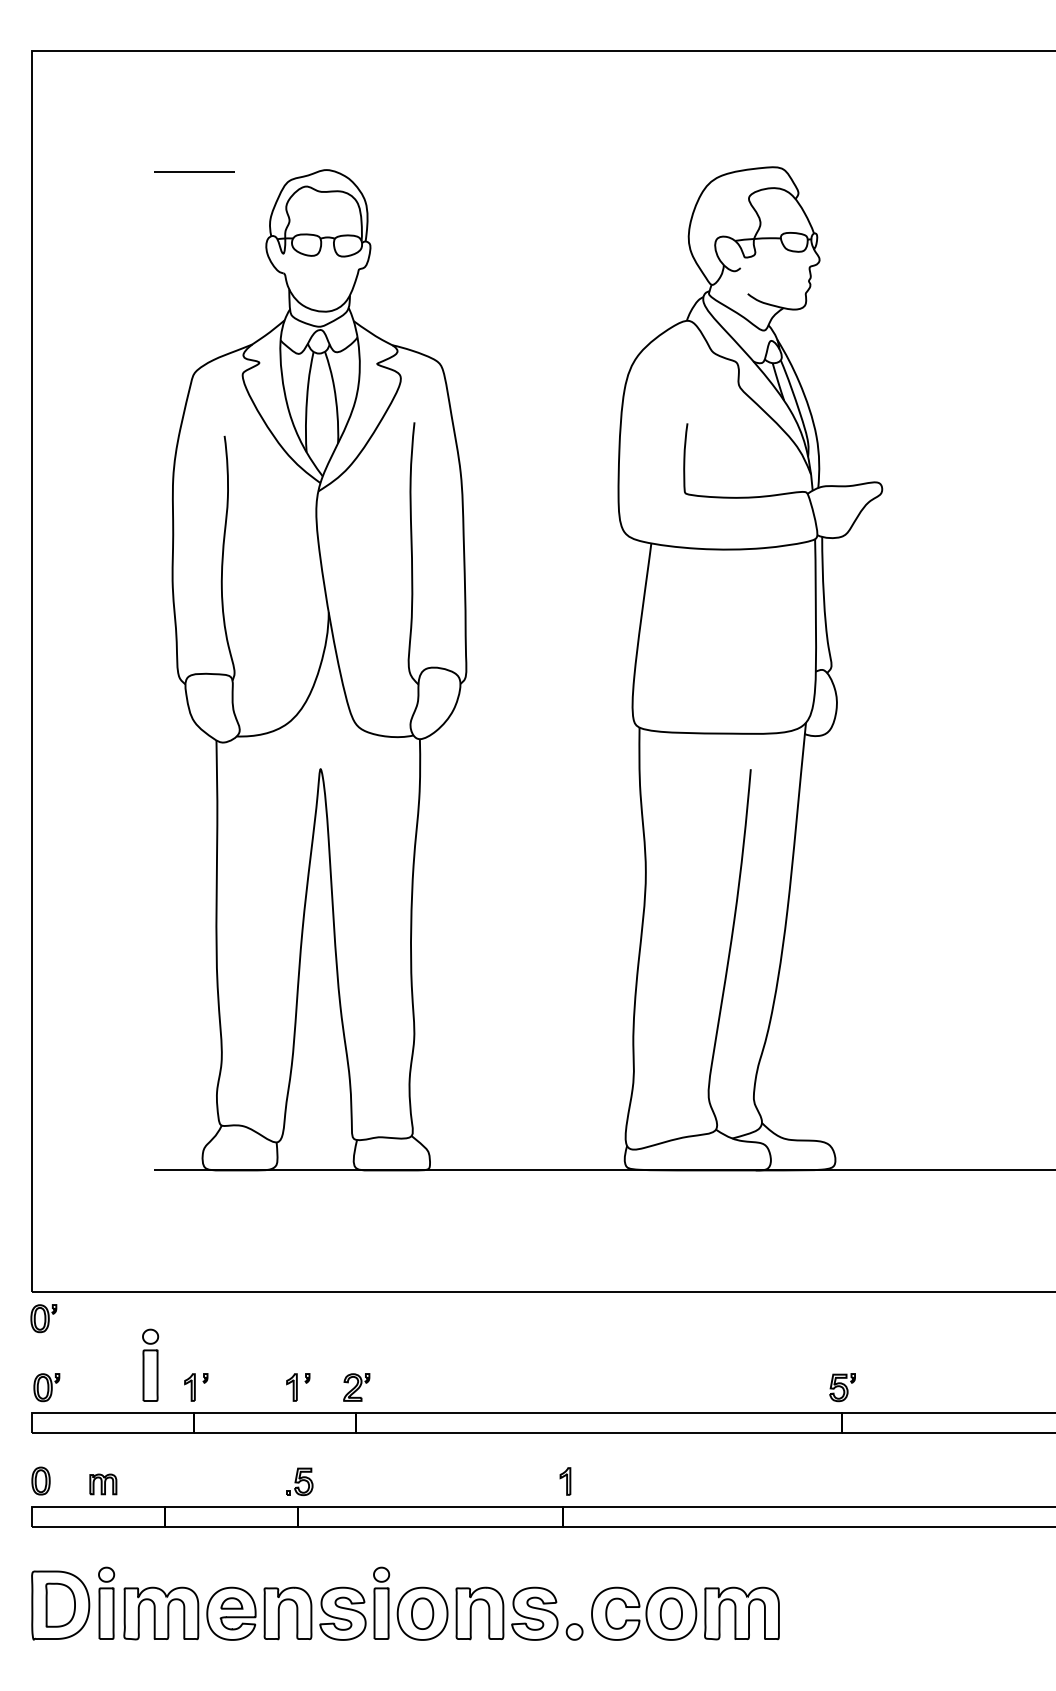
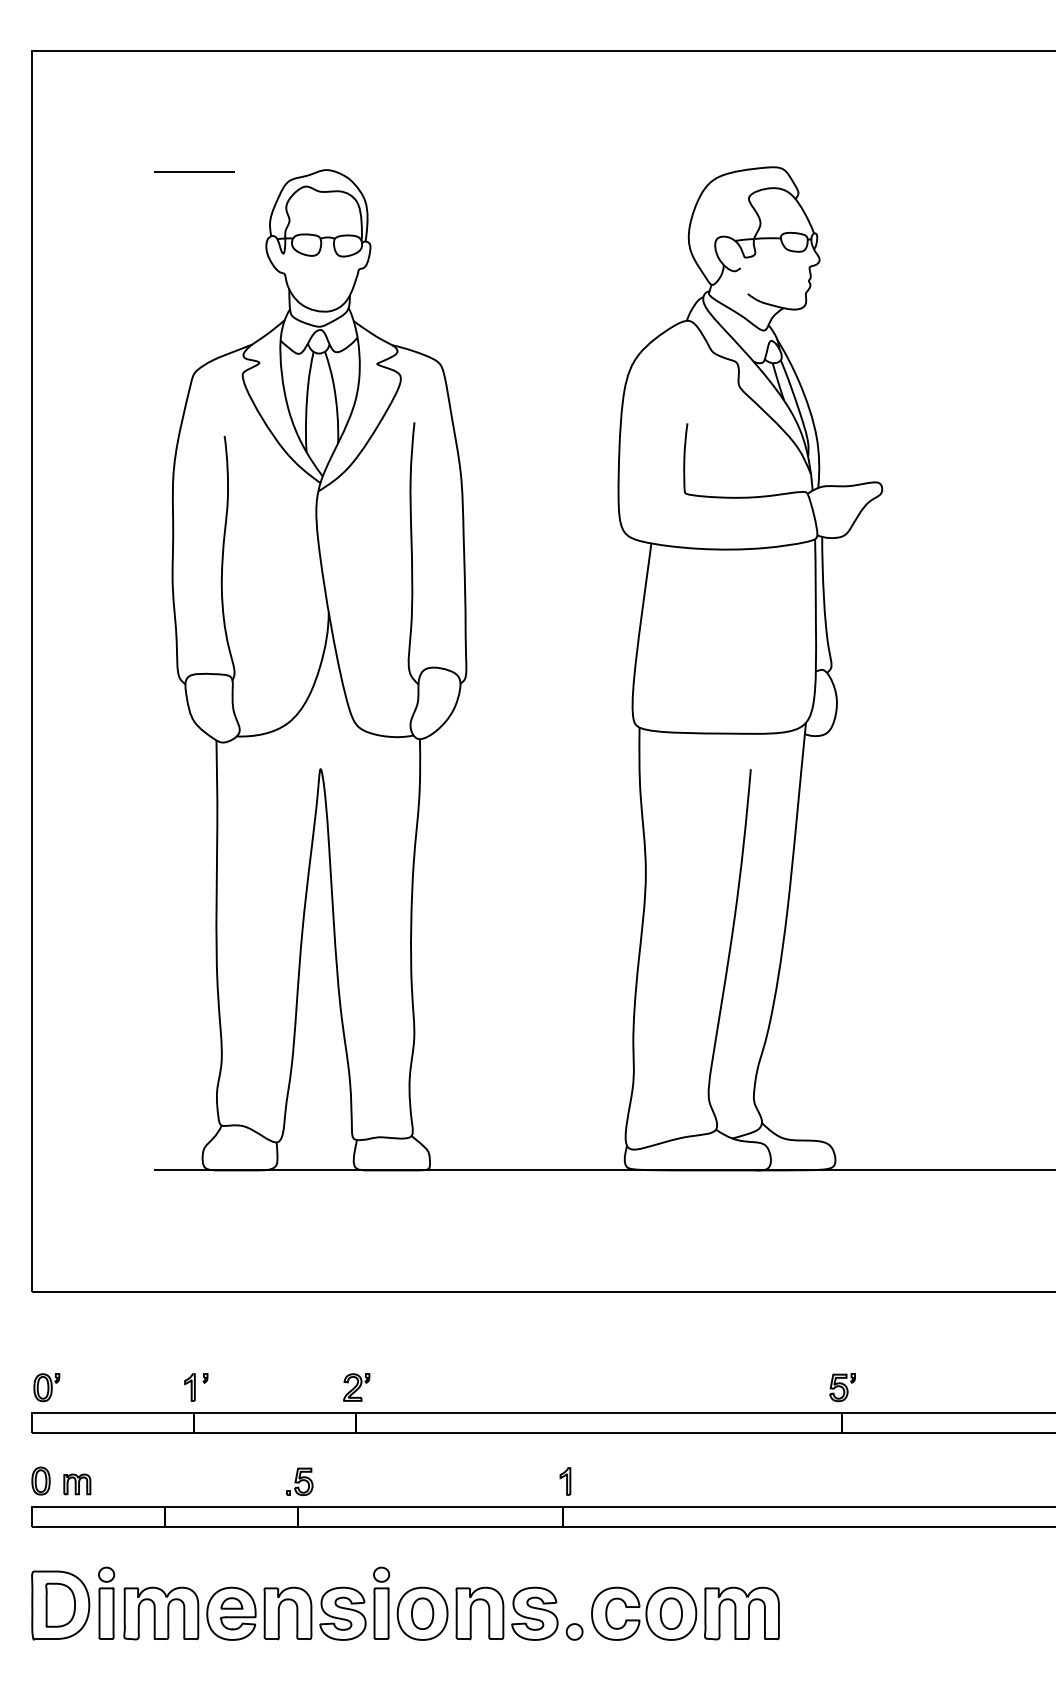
part at (43, 1318): present -> none
part at (150, 1364): present -> none
part at (298, 1387): present -> none
part at (103, 1484) position: (103, 1484) -> (77, 1484)
